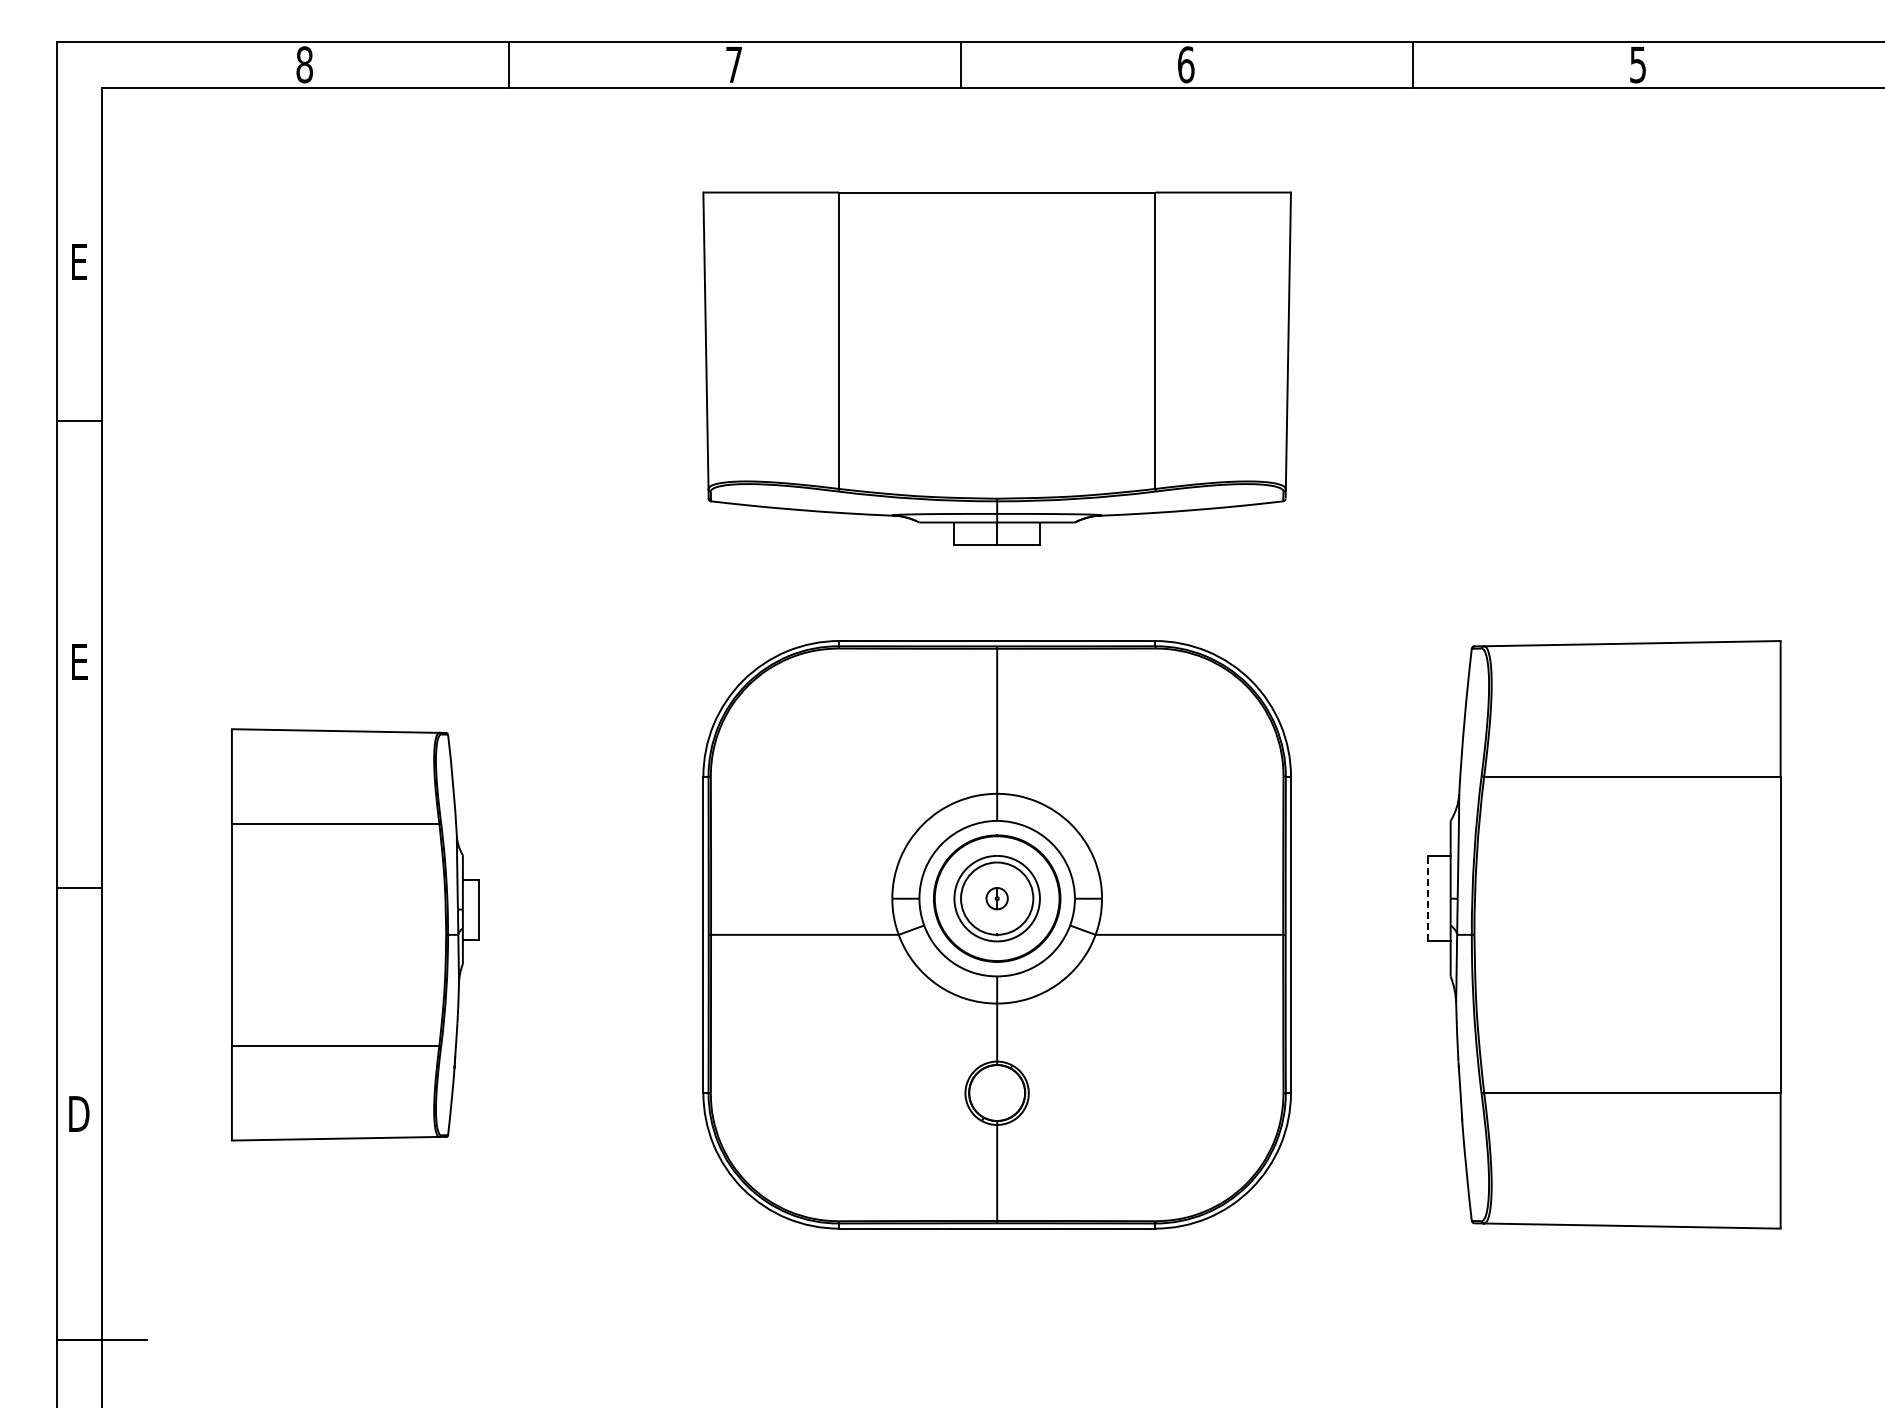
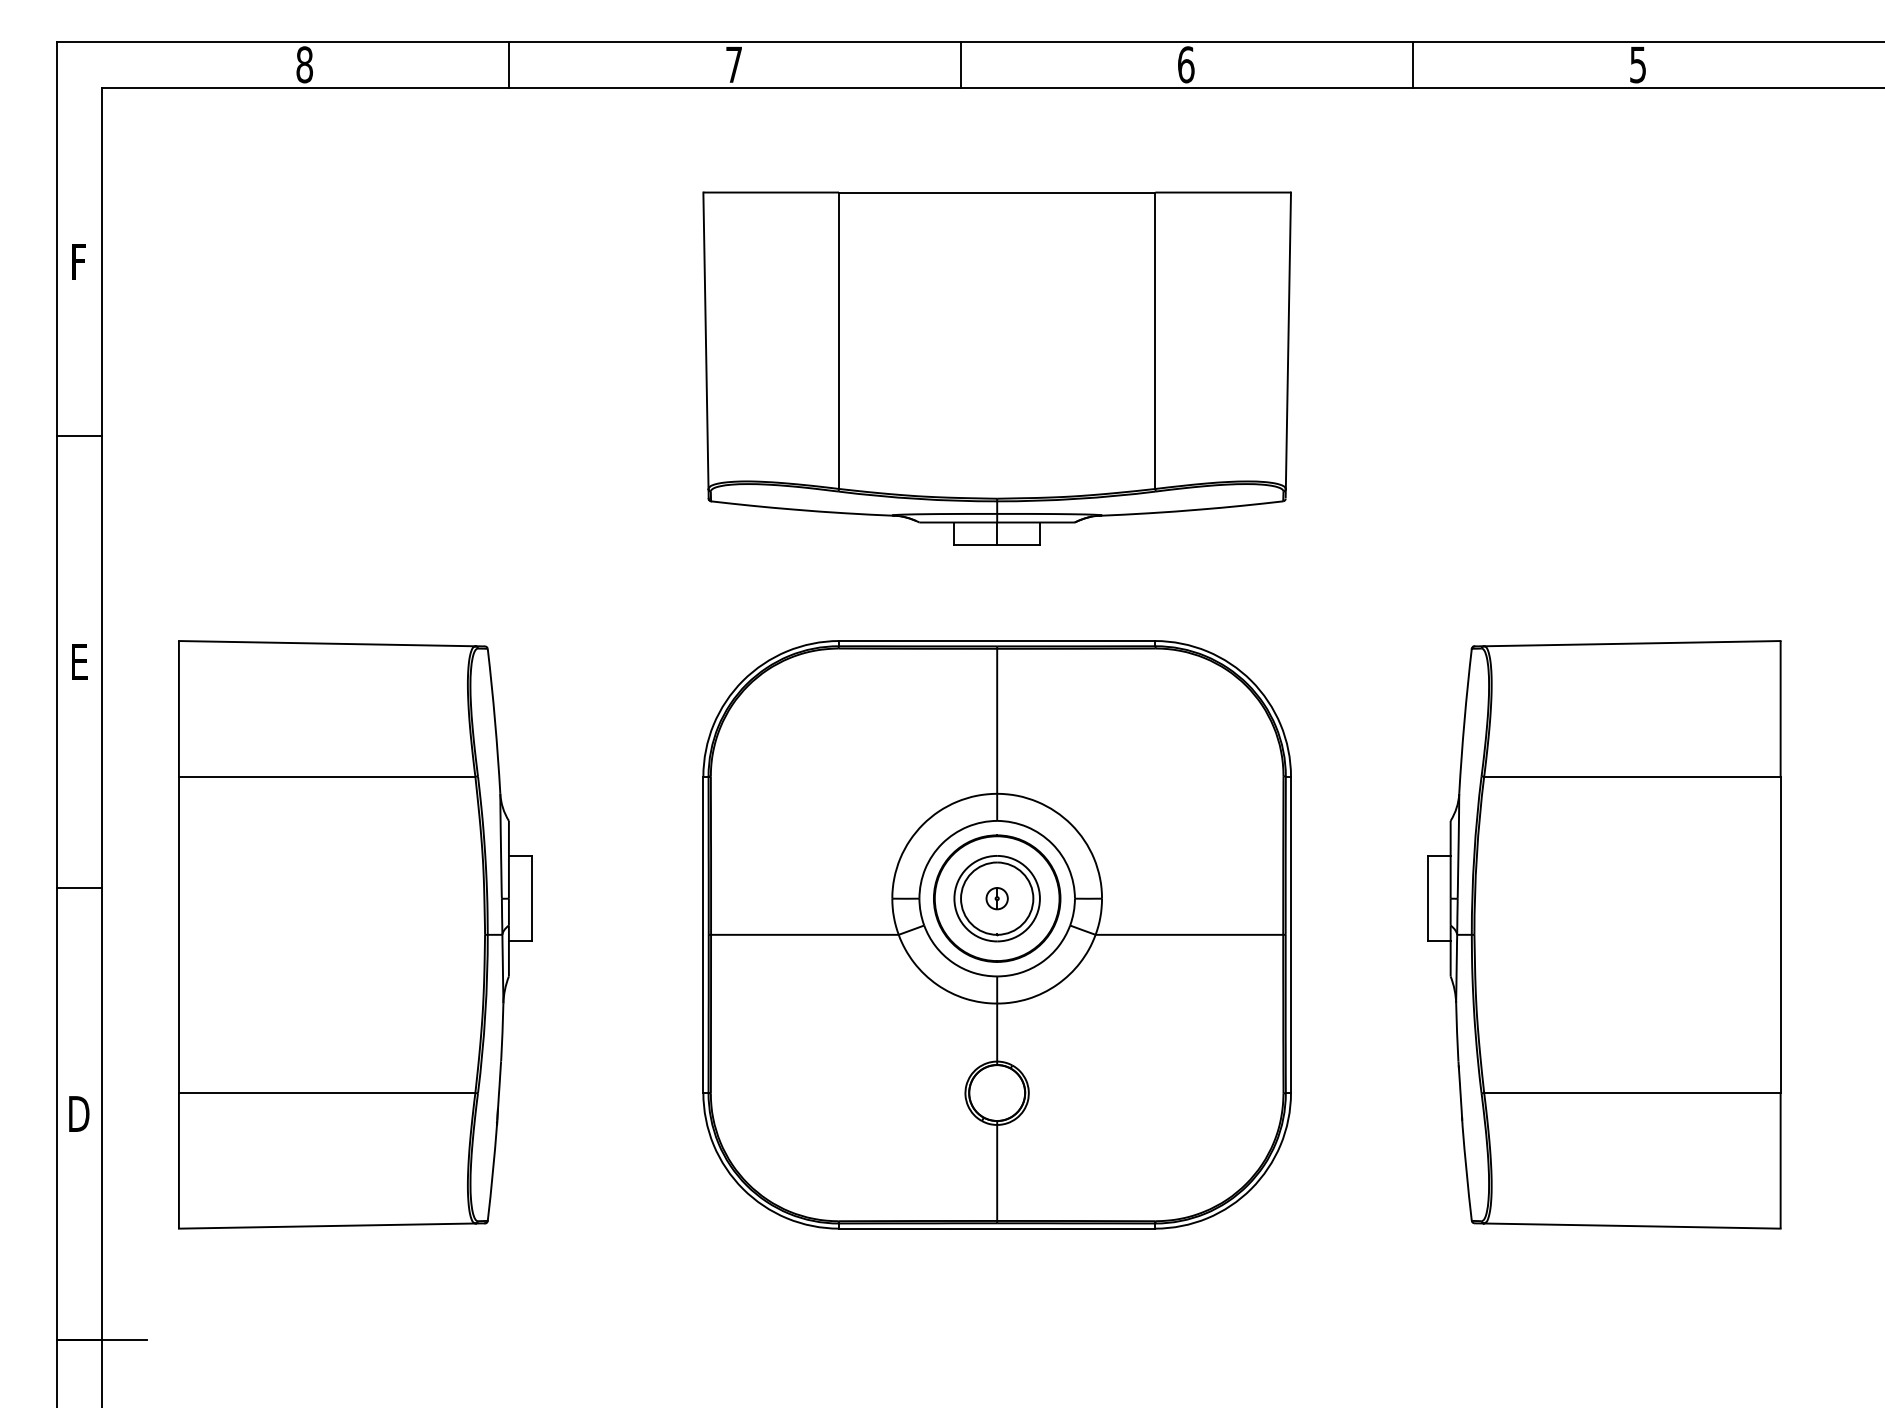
text at (80, 261): E -> F
line at (78, 420) position: (78, 420) -> (78, 435)
line at (1428, 898): dashed -> solid
part at (355, 934) size: 249x414 px -> 355x590 px
